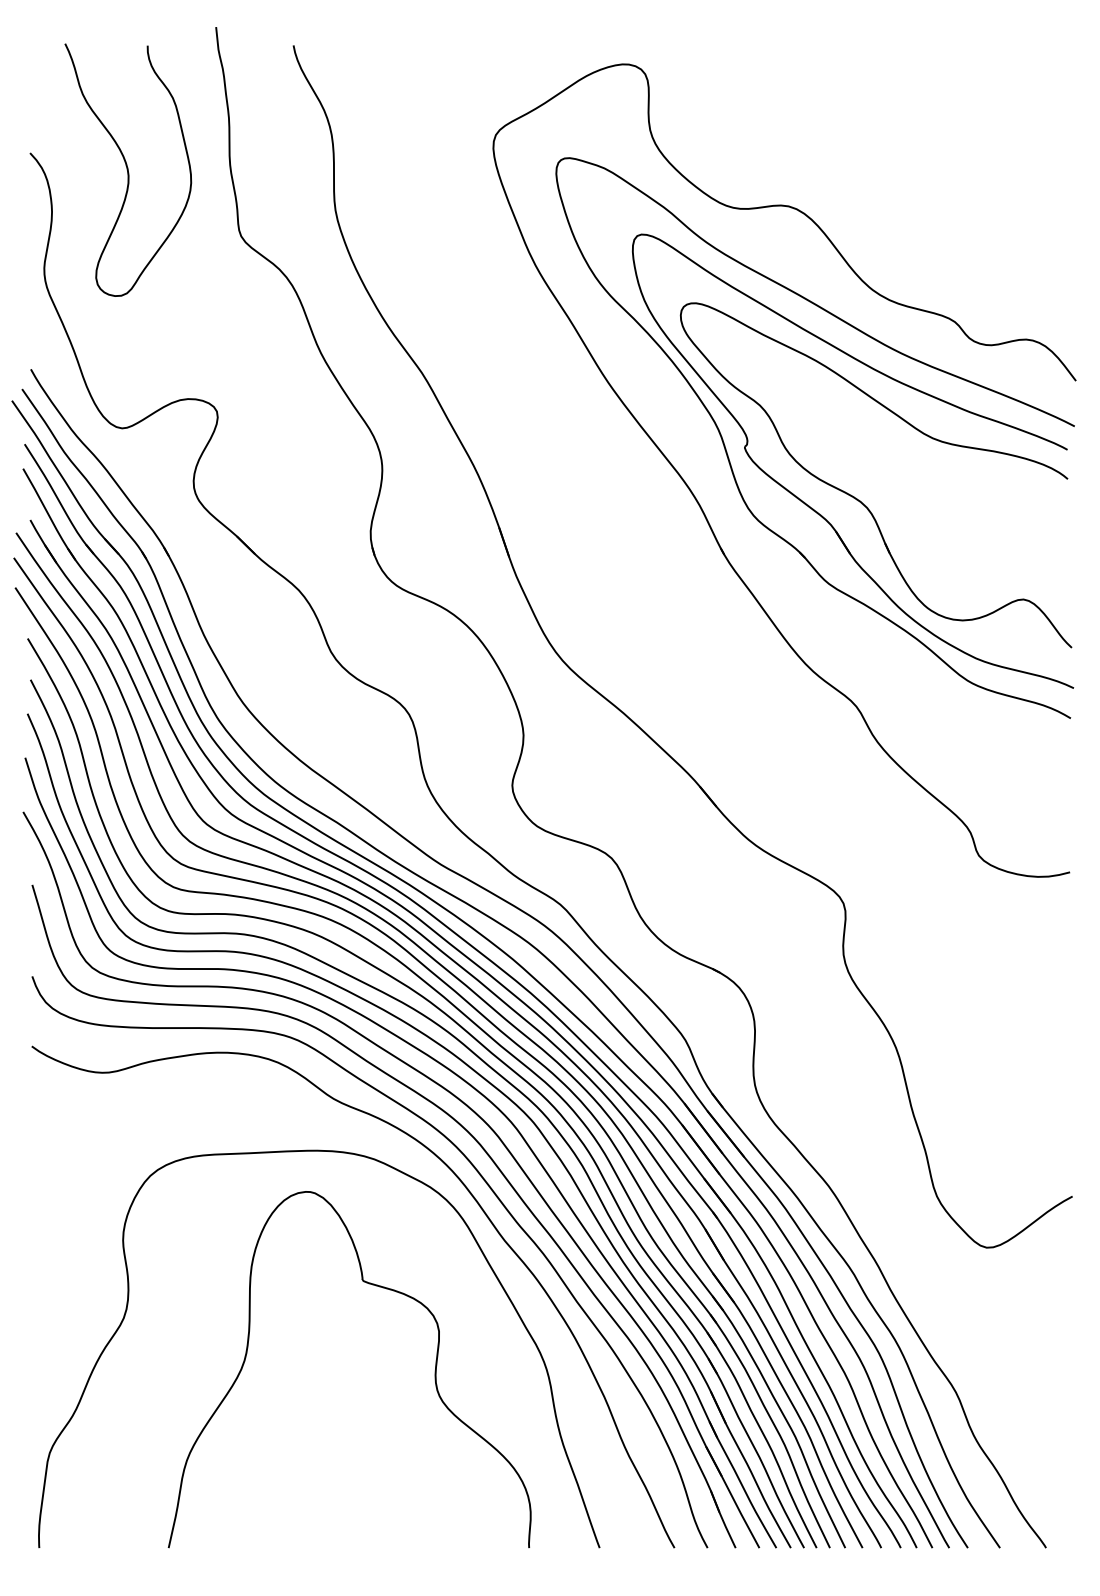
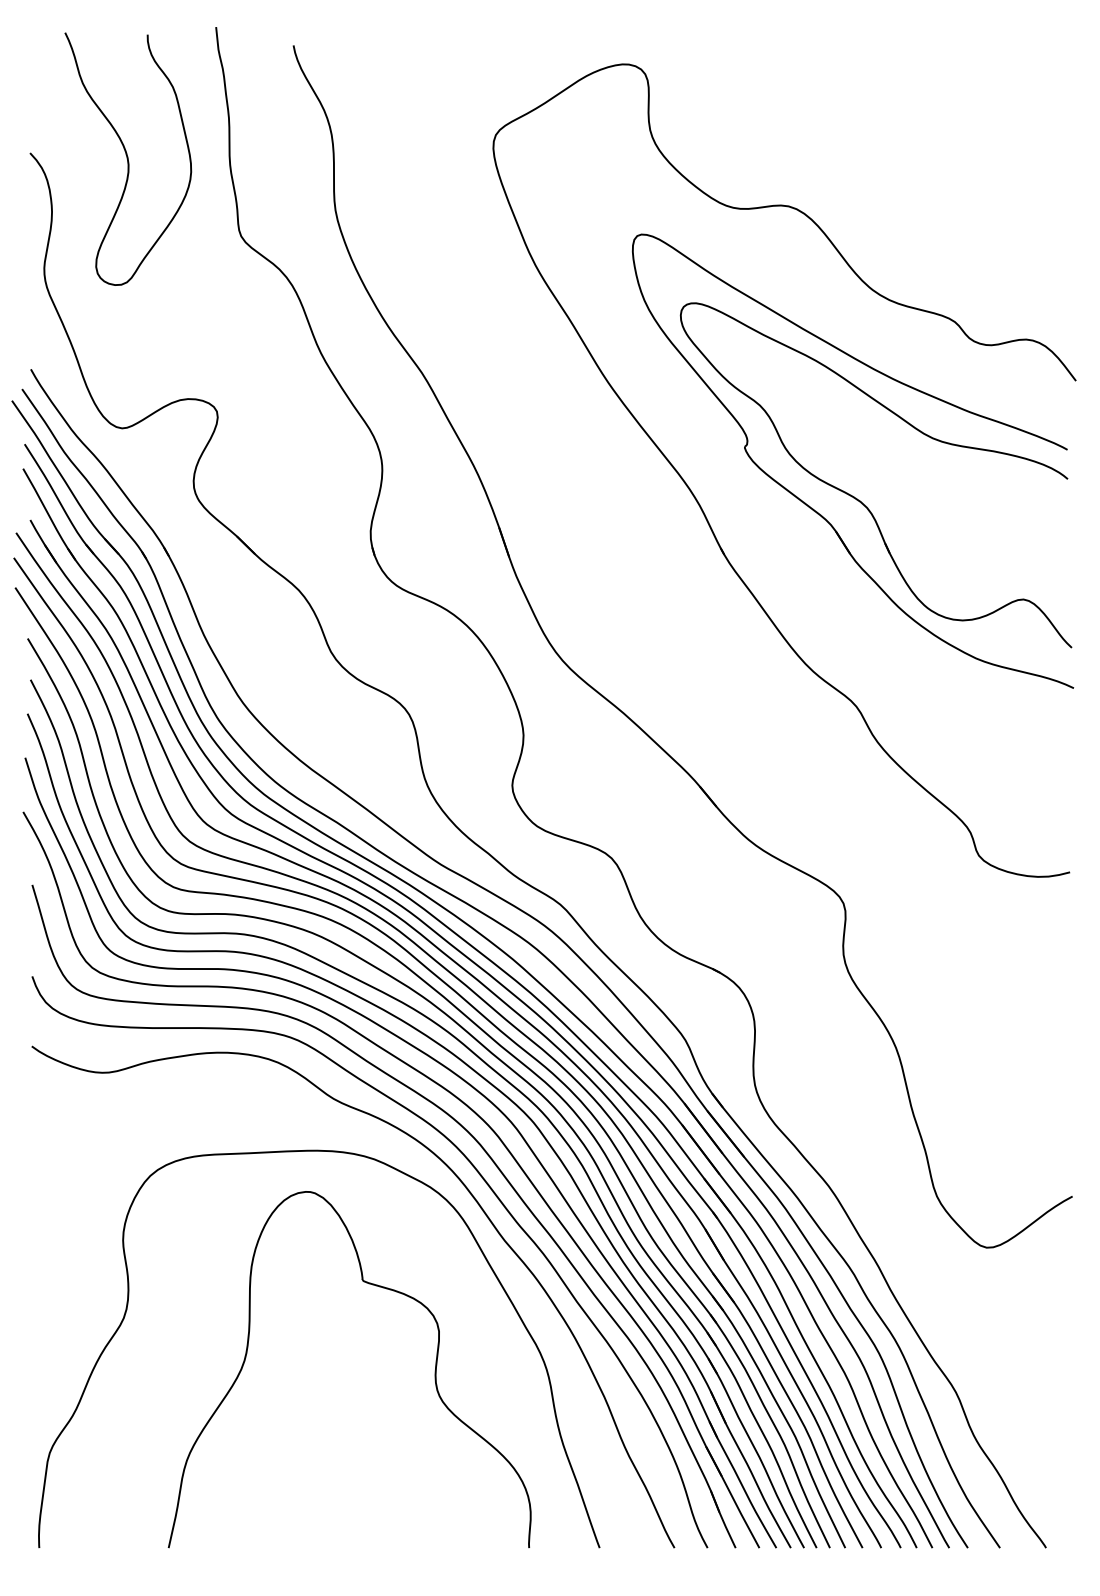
curve at (128, 169) position: (128, 169) -> (128, 158)
part at (731, 464): present -> none
